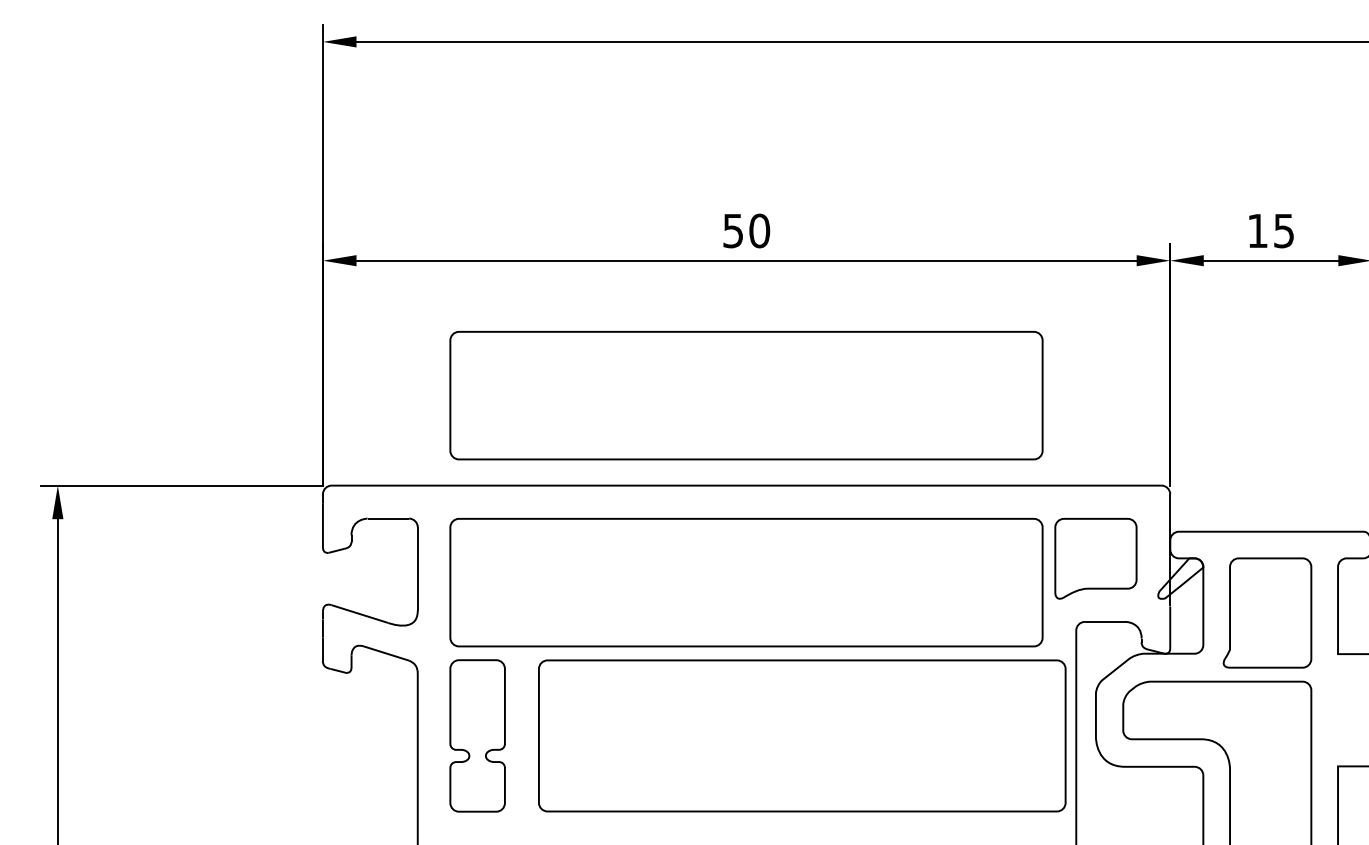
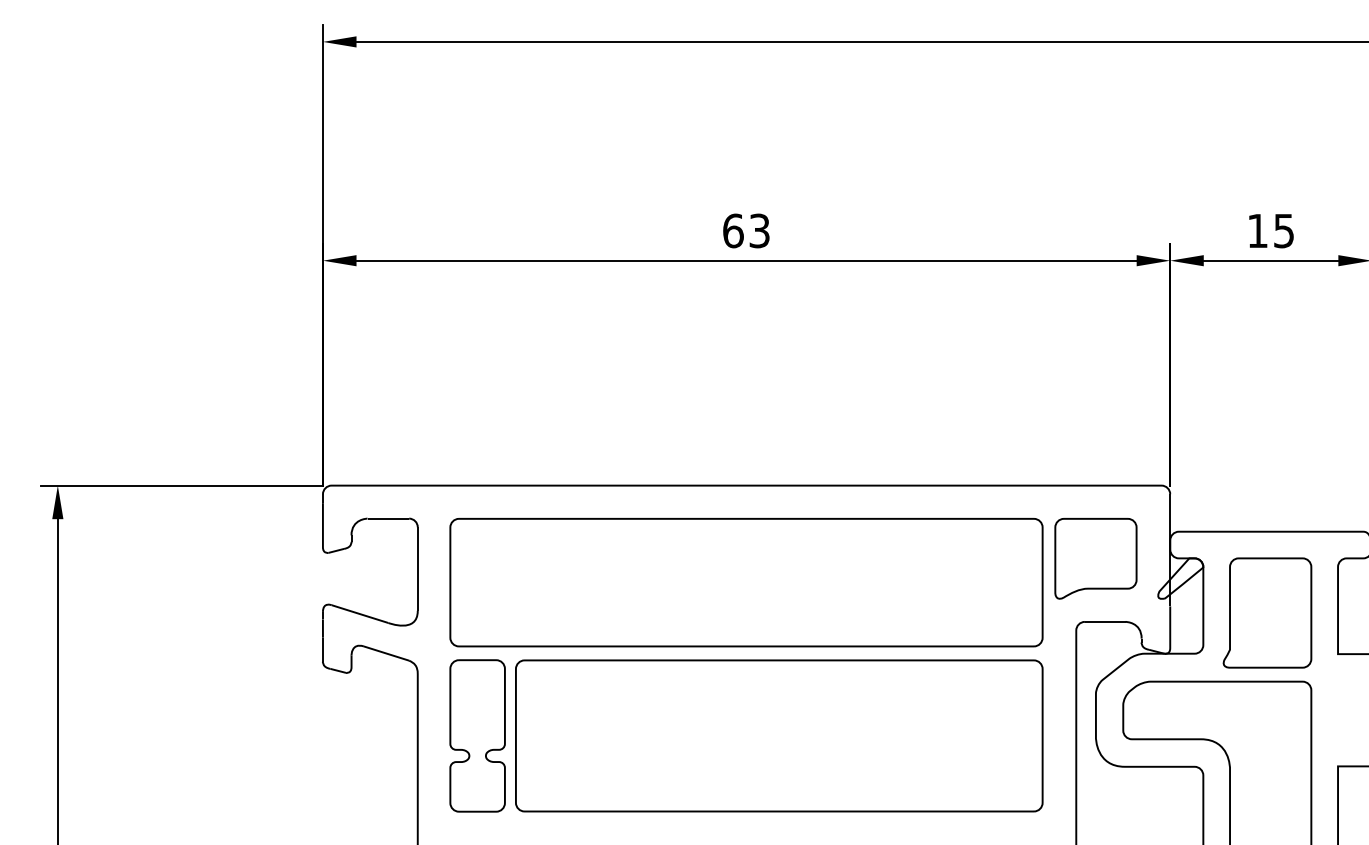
text at (746, 230): 50 -> 63
part at (746, 395): present -> none
part at (802, 735) position: (802, 735) -> (779, 735)
